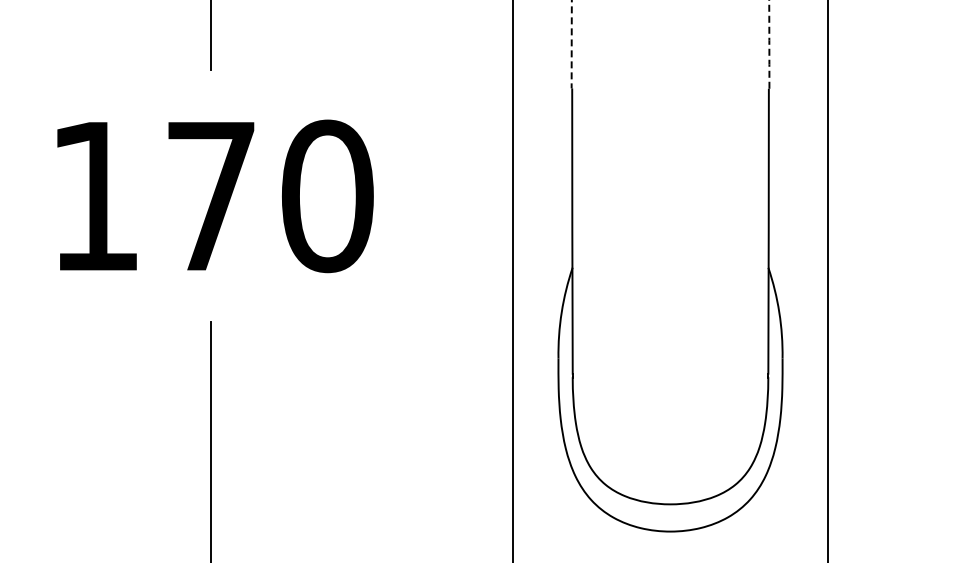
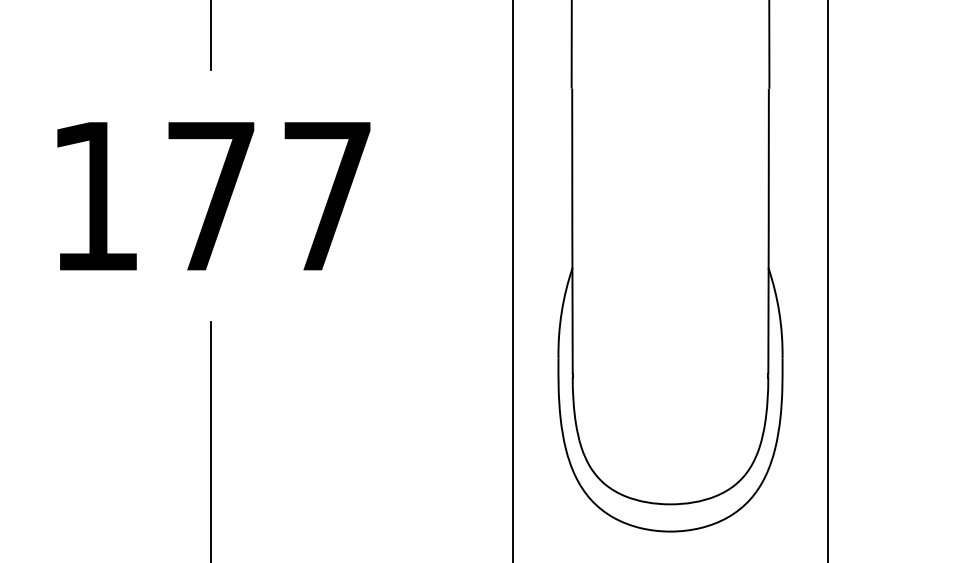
arc at (571, 44): dashed -> solid
arc at (769, 44): dashed -> solid
text at (327, 196): 170 -> 177
